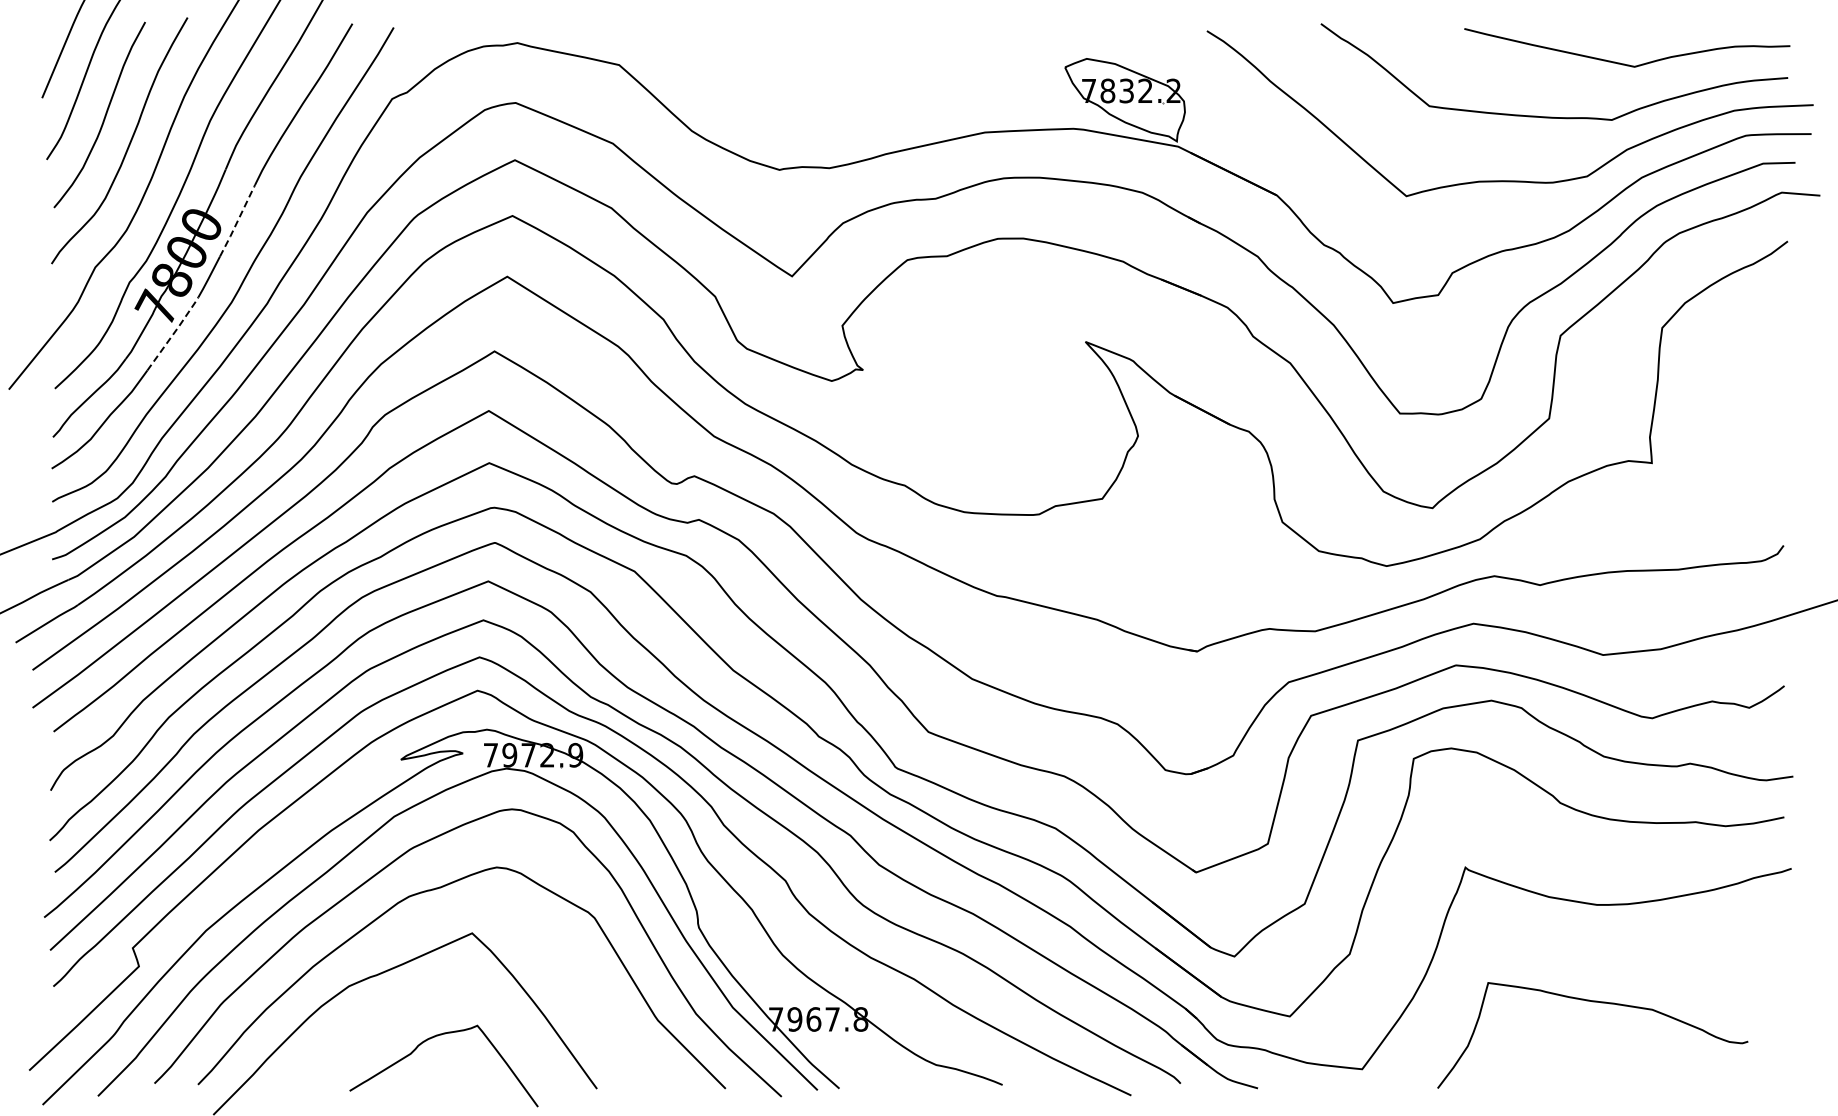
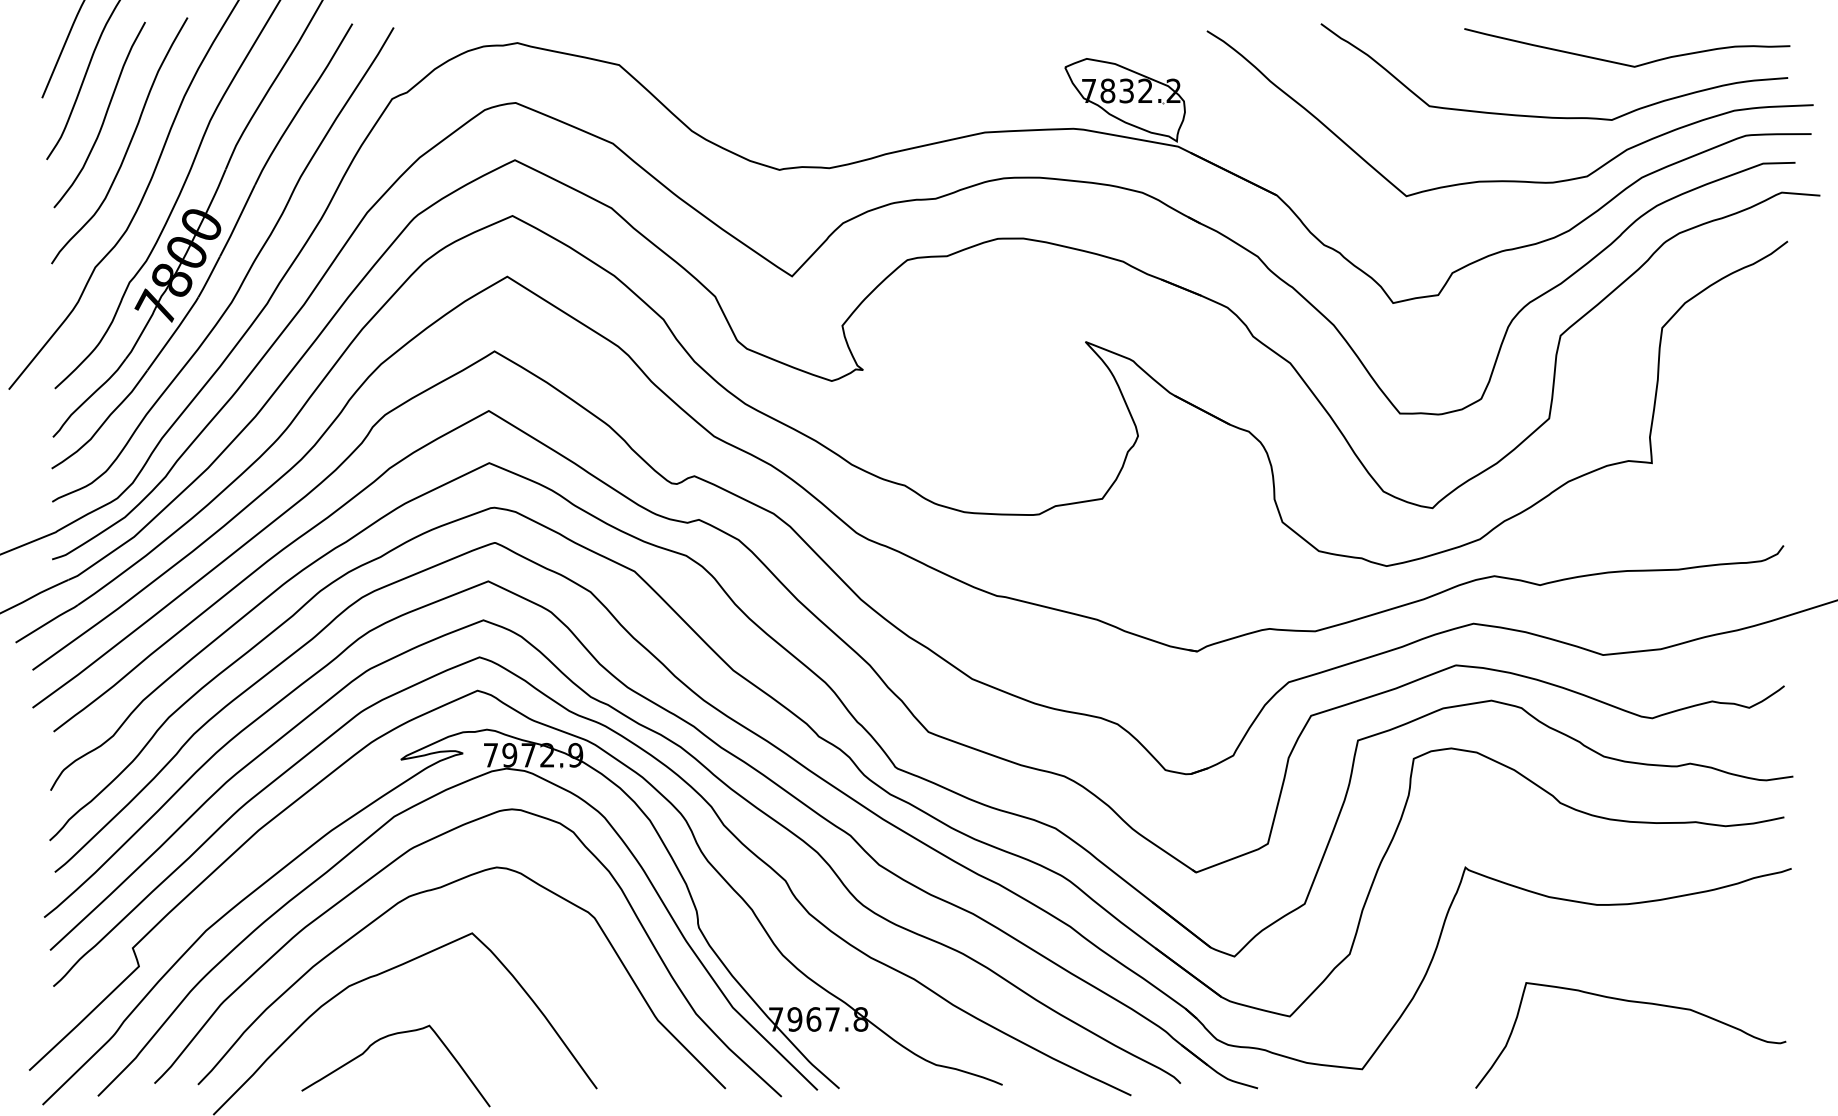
line at (238, 220): dashed -> solid
line at (174, 333): dashed -> solid
curve at (1592, 1002) position: (1592, 1002) -> (1630, 1002)
curve at (430, 1039) position: (430, 1039) -> (382, 1039)
